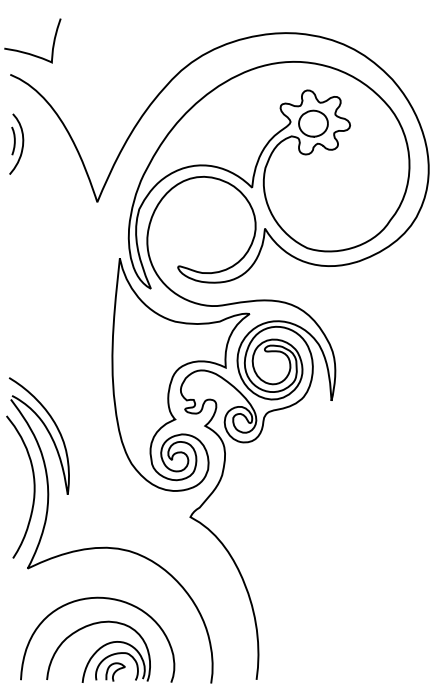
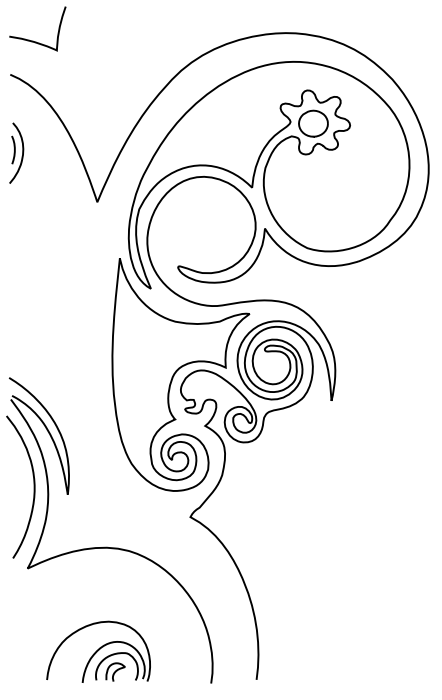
curve at (28, 52) position: (28, 52) -> (33, 40)
part at (16, 143) position: (16, 143) -> (16, 152)
curve at (89, 599): present -> none
